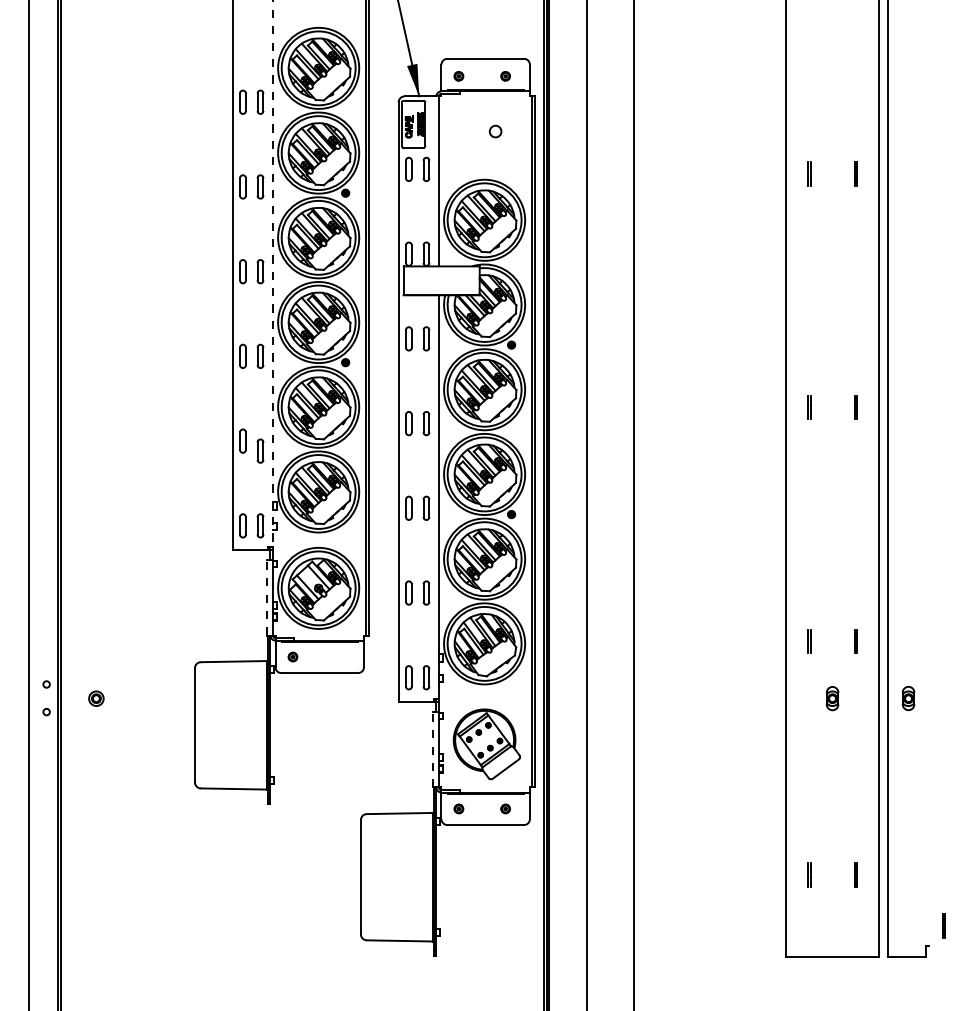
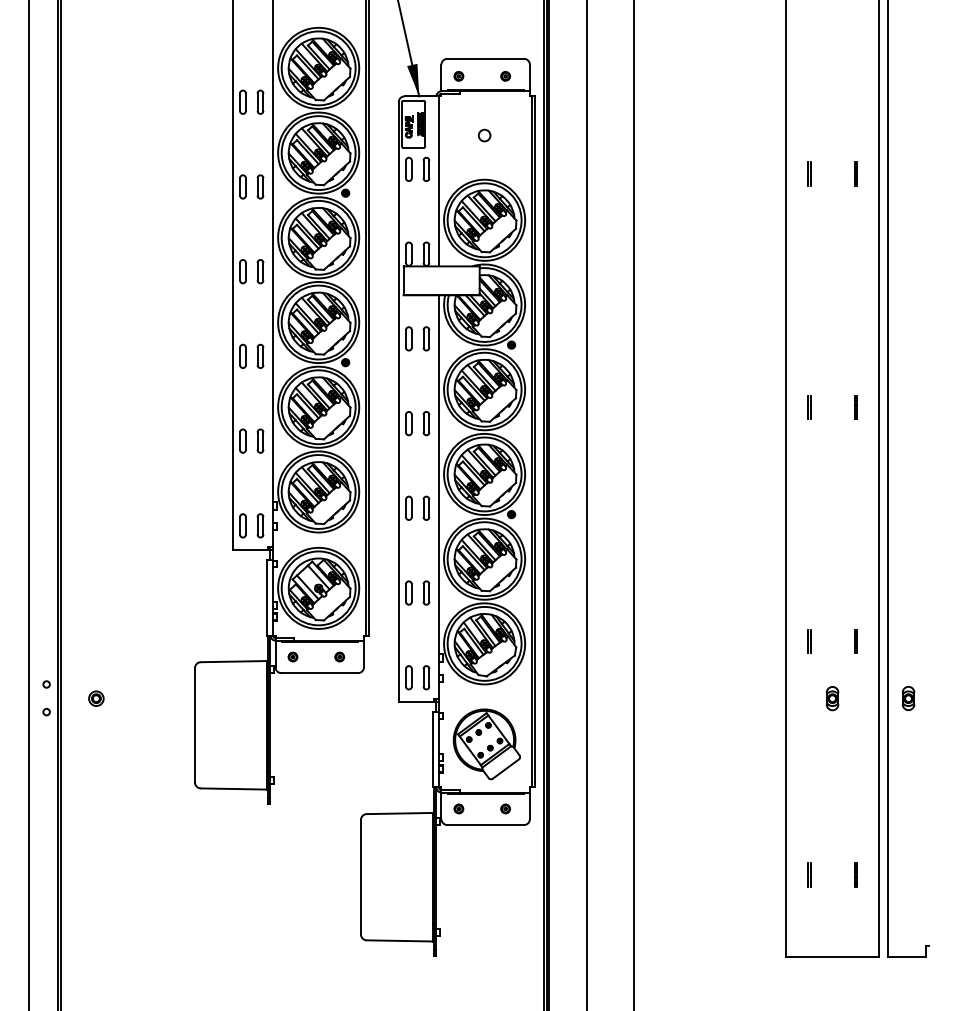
circle at (495, 131) position: (495, 131) -> (484, 135)
line at (273, 274): dashed -> solid
part at (260, 450) position: (260, 450) -> (260, 440)
line at (266, 597): dashed -> solid
part at (339, 656): none -> present
line at (432, 749): dashed -> solid
line at (943, 925): present -> none
